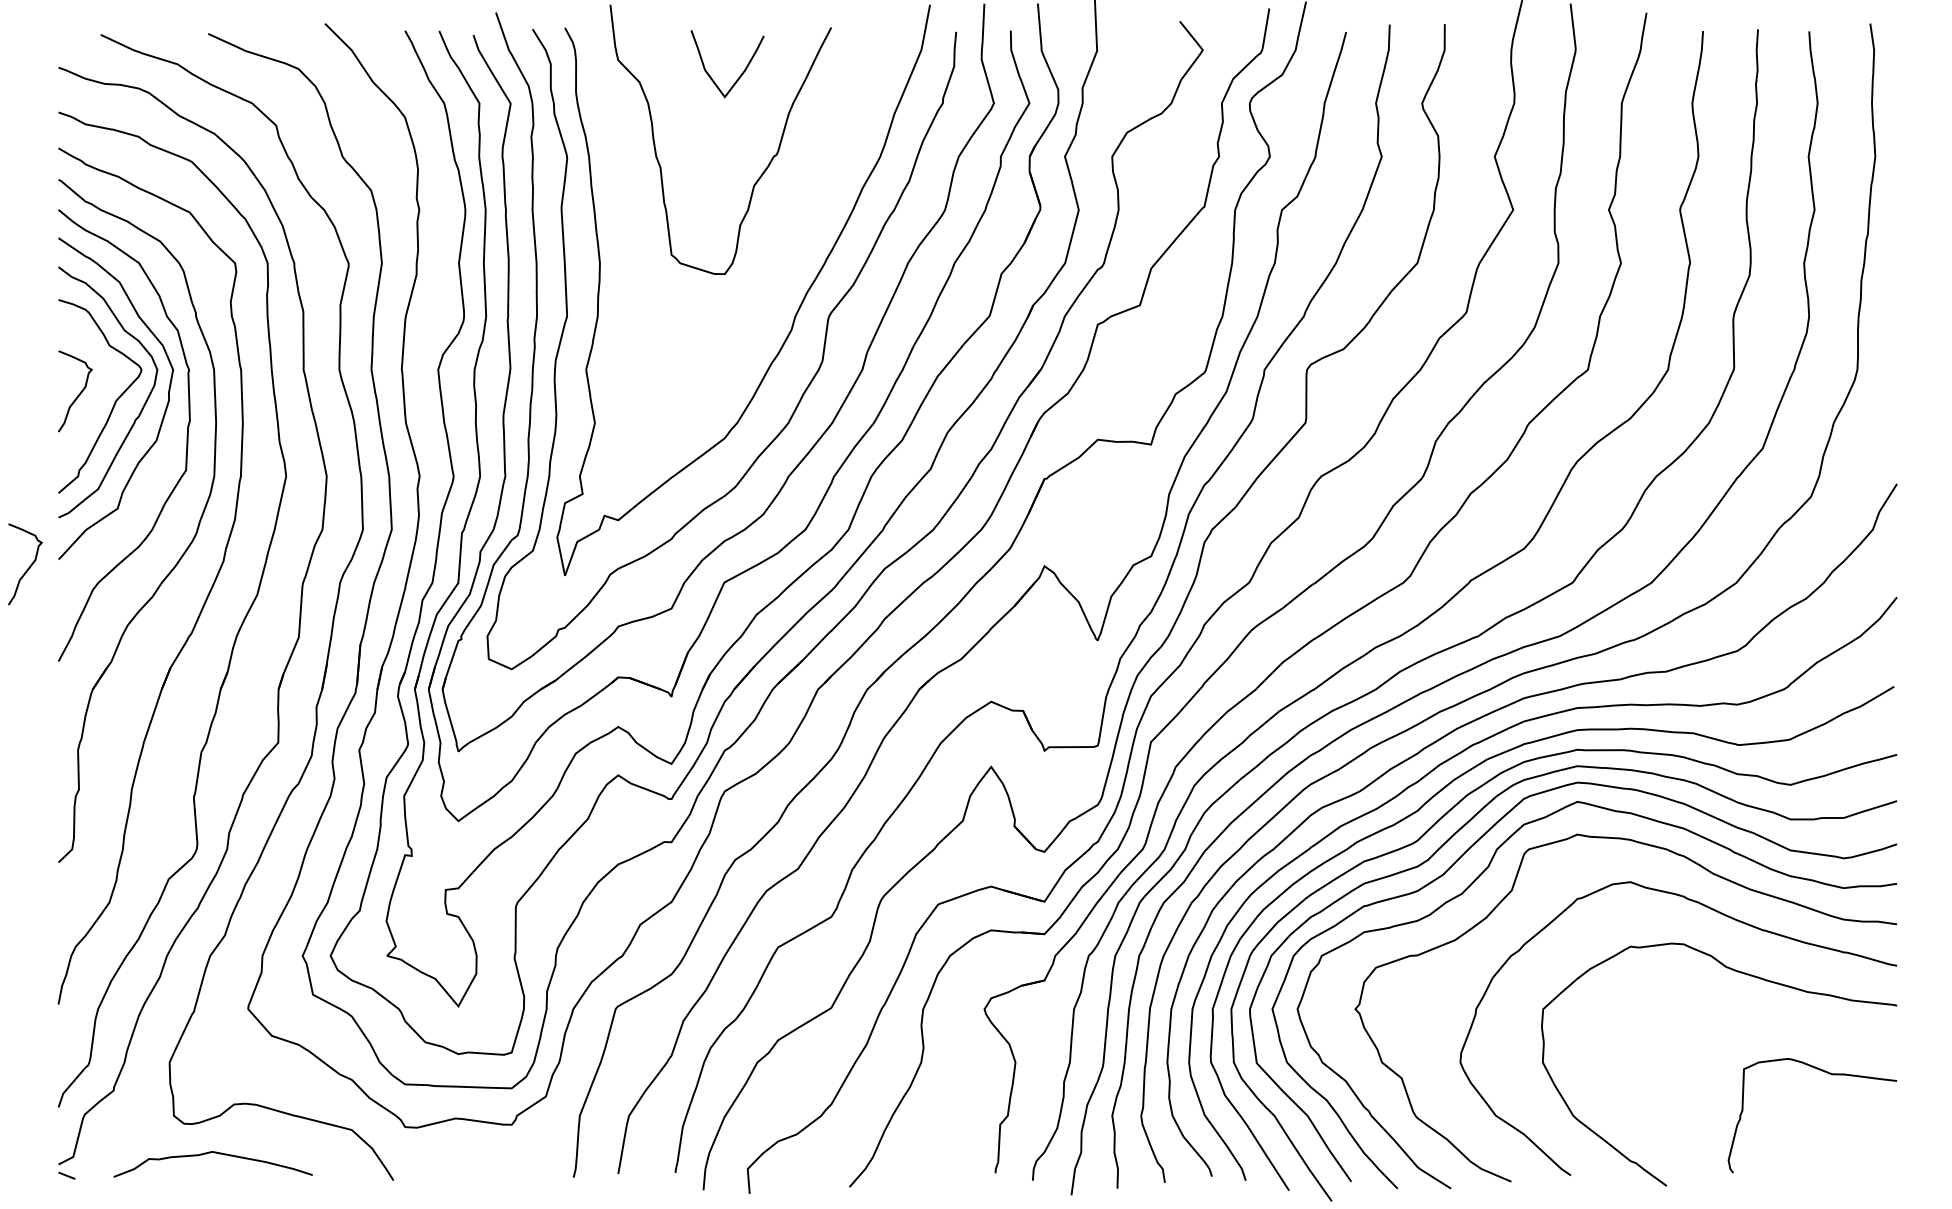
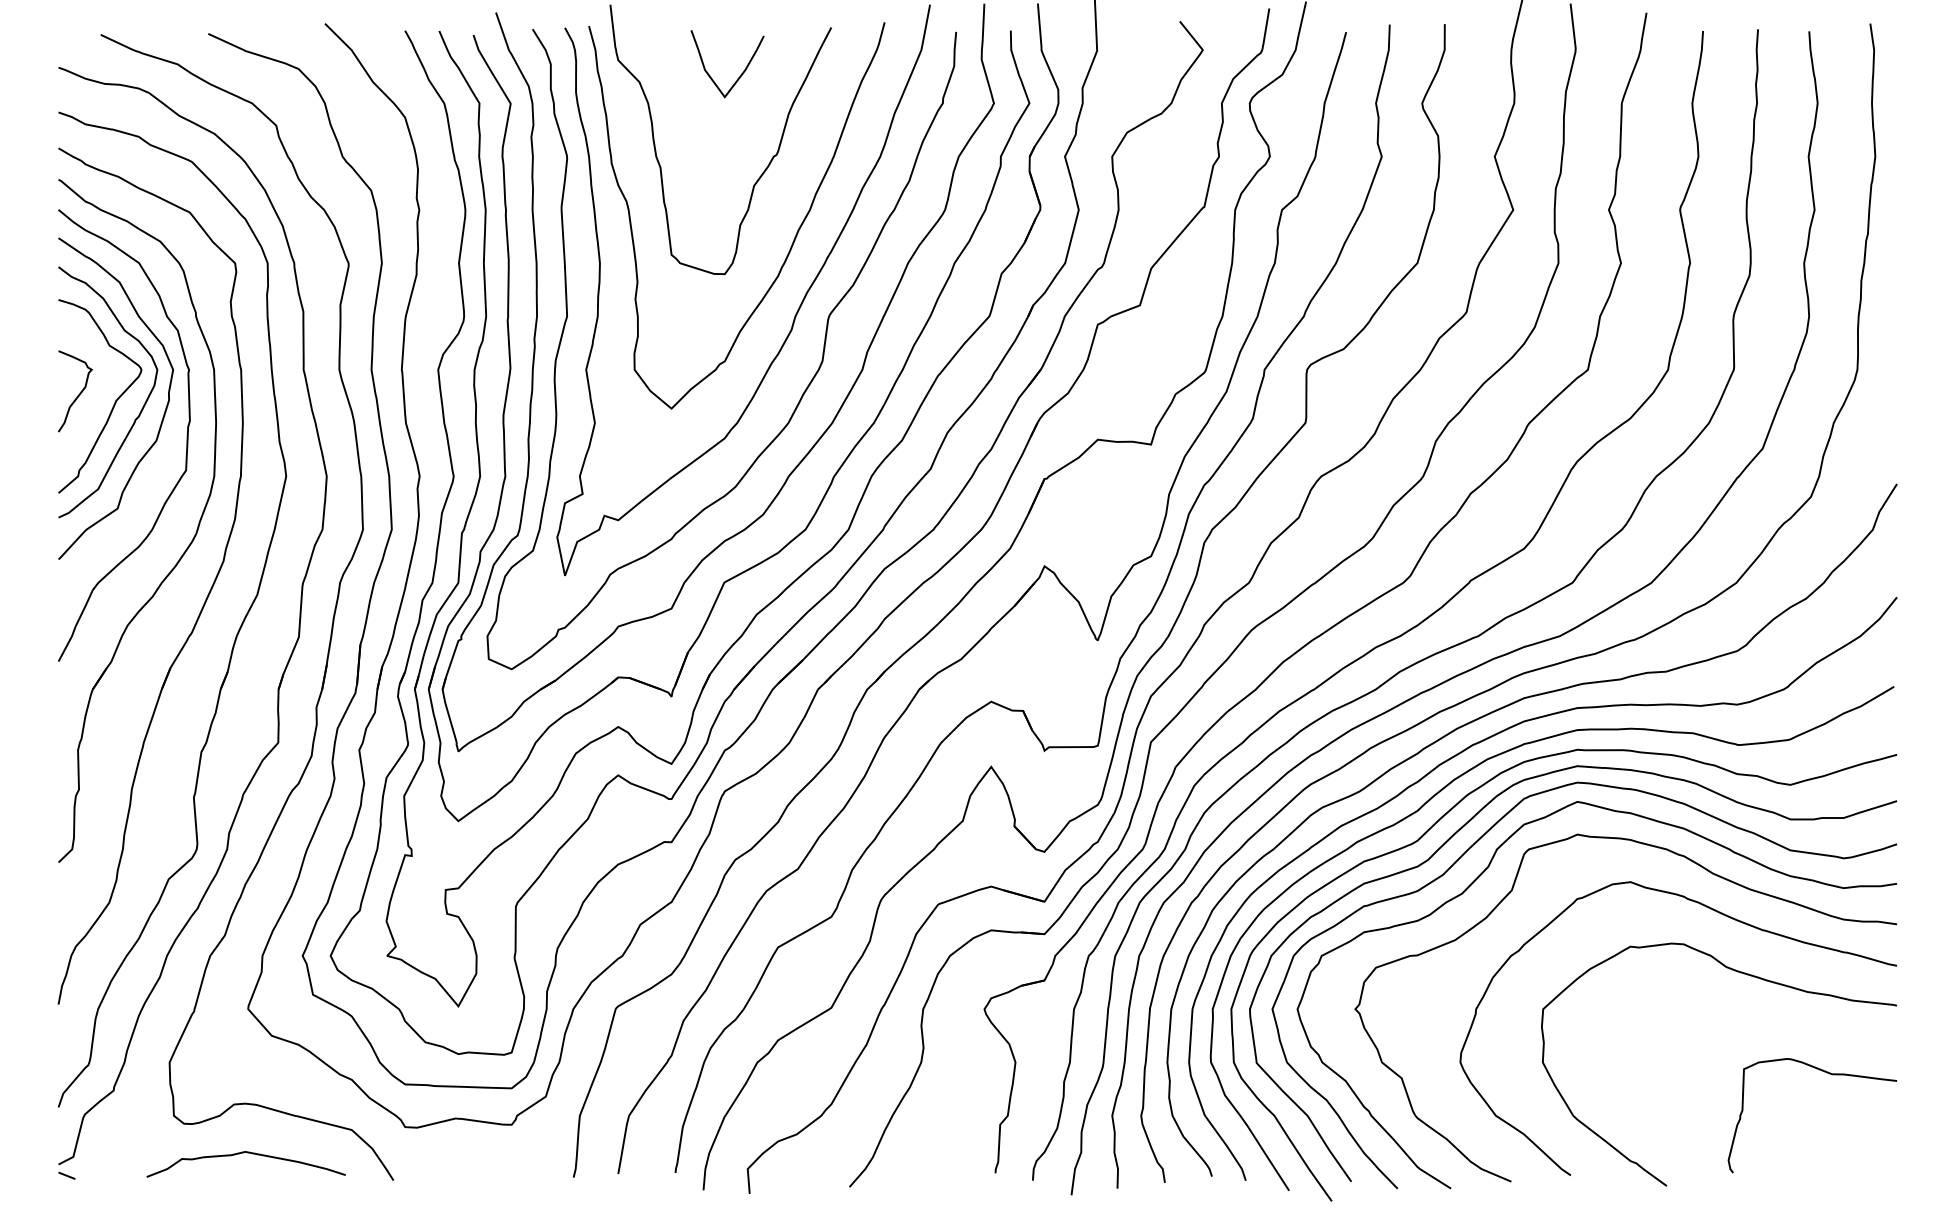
curve at (793, 239): none -> present
curve at (28, 567): present -> none
curve at (210, 1153) position: (210, 1153) -> (243, 1153)
